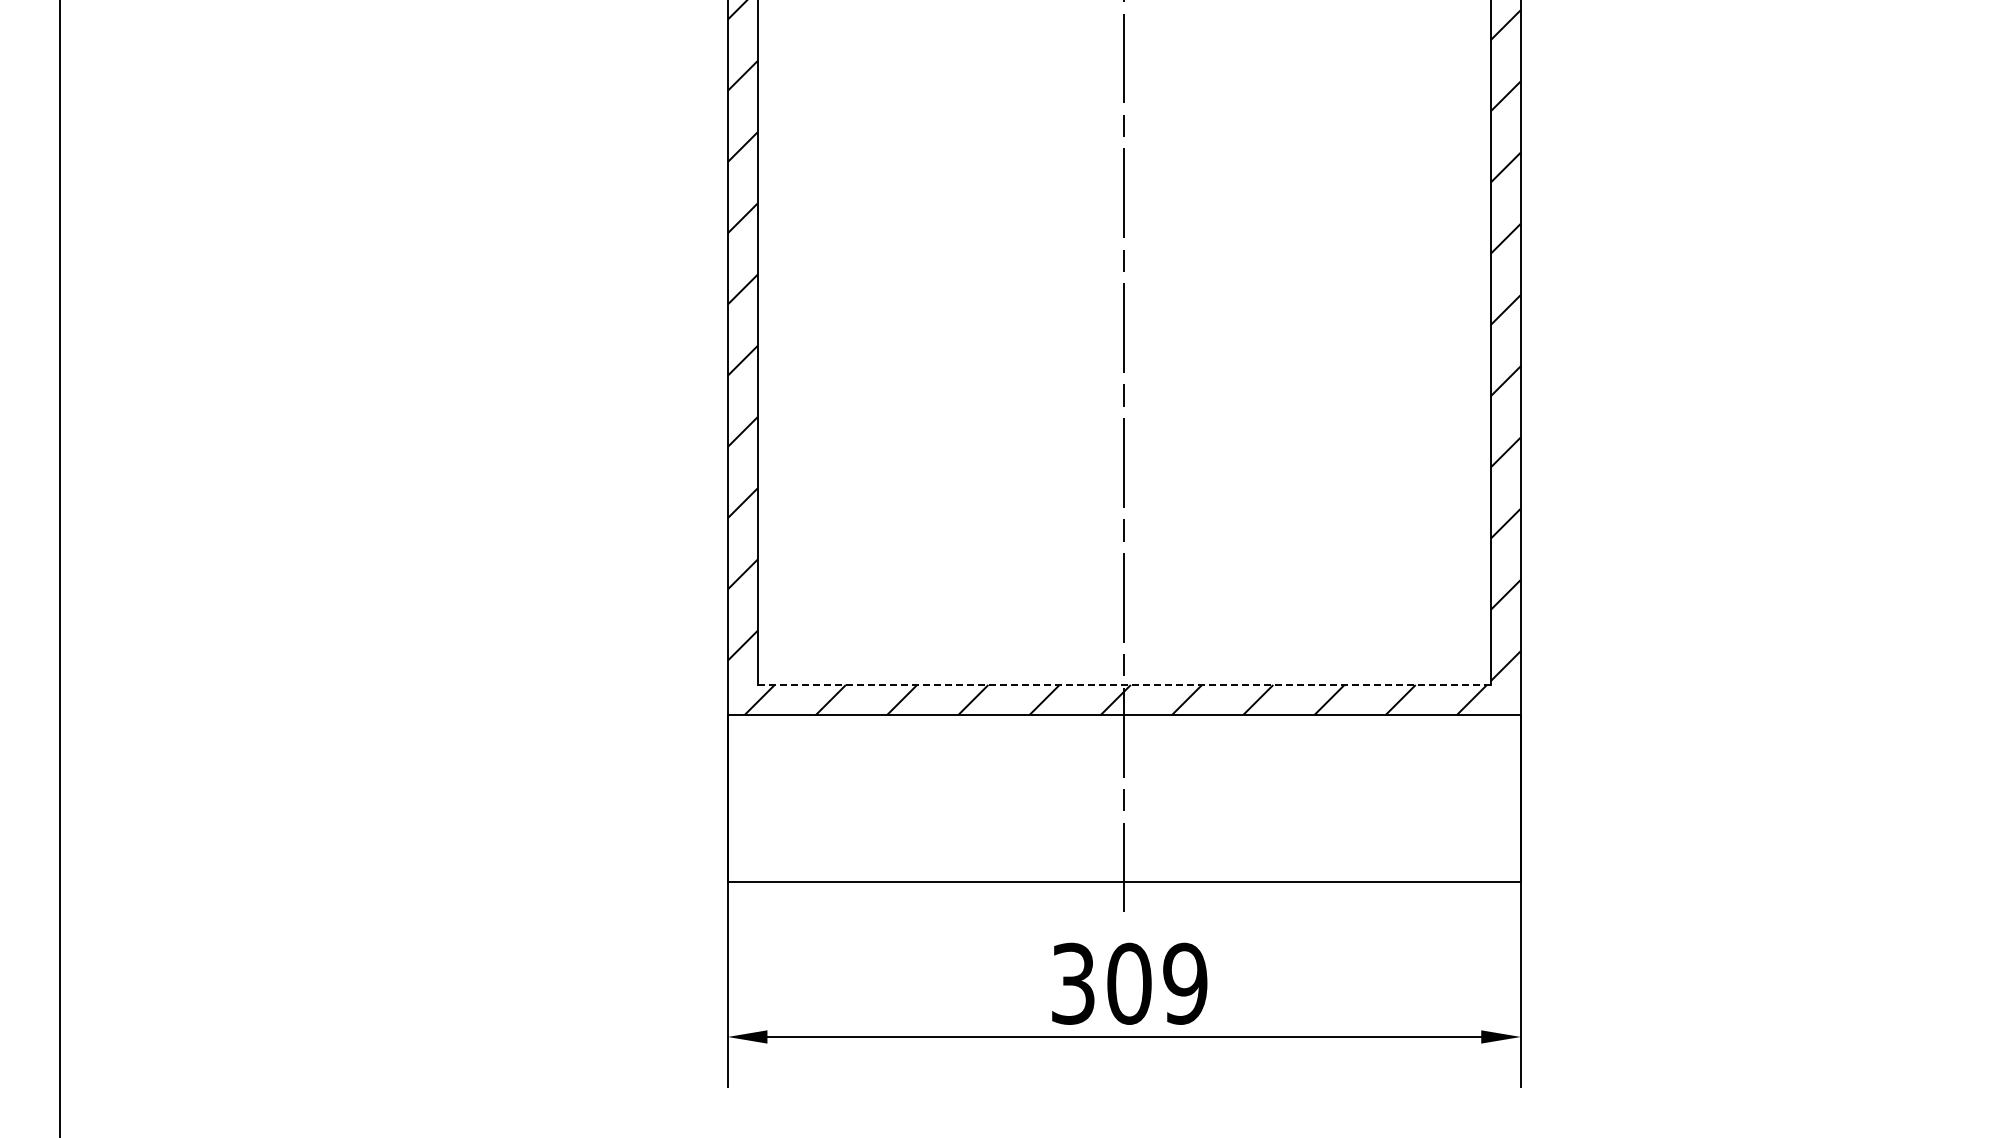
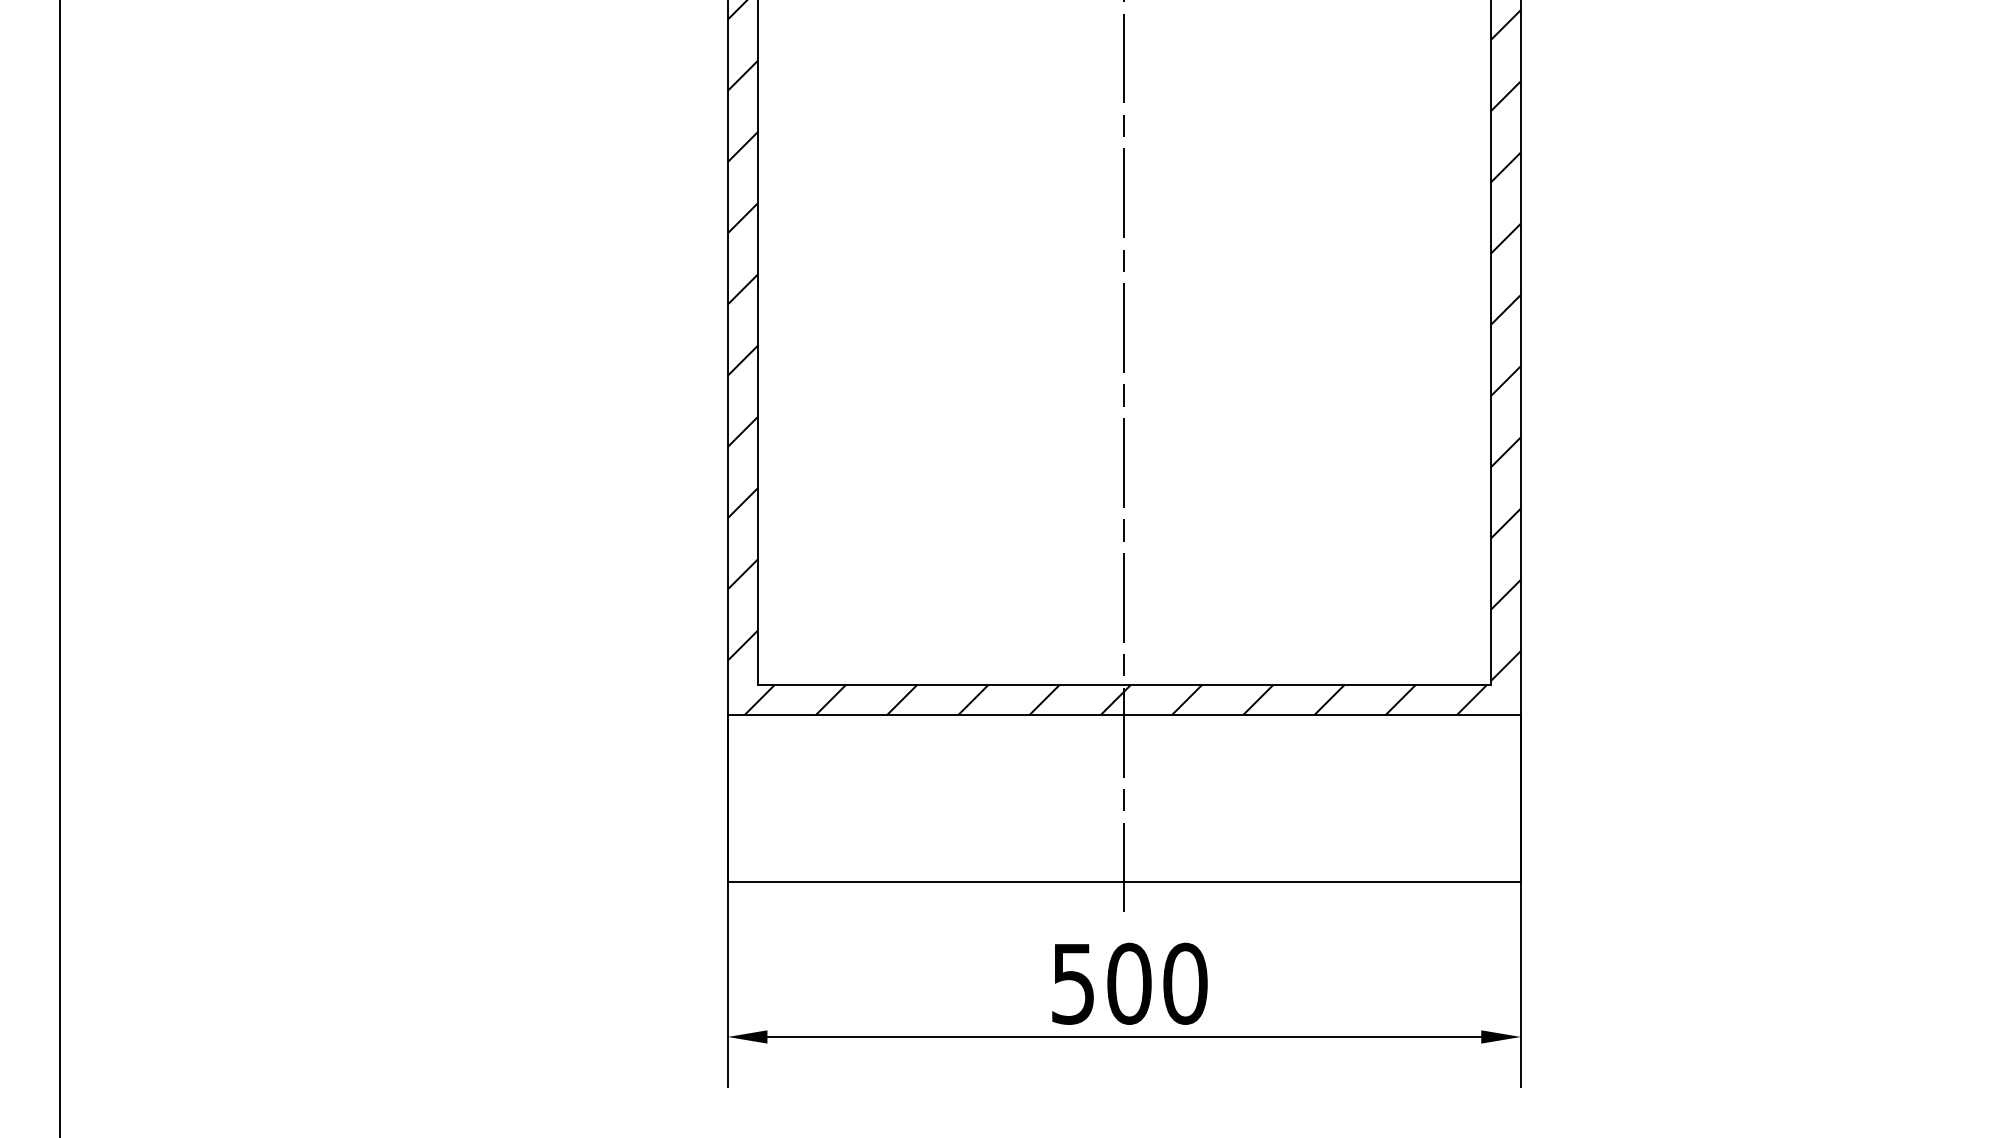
line at (1123, 685): dashed -> solid
text at (1129, 983): 309 -> 500
